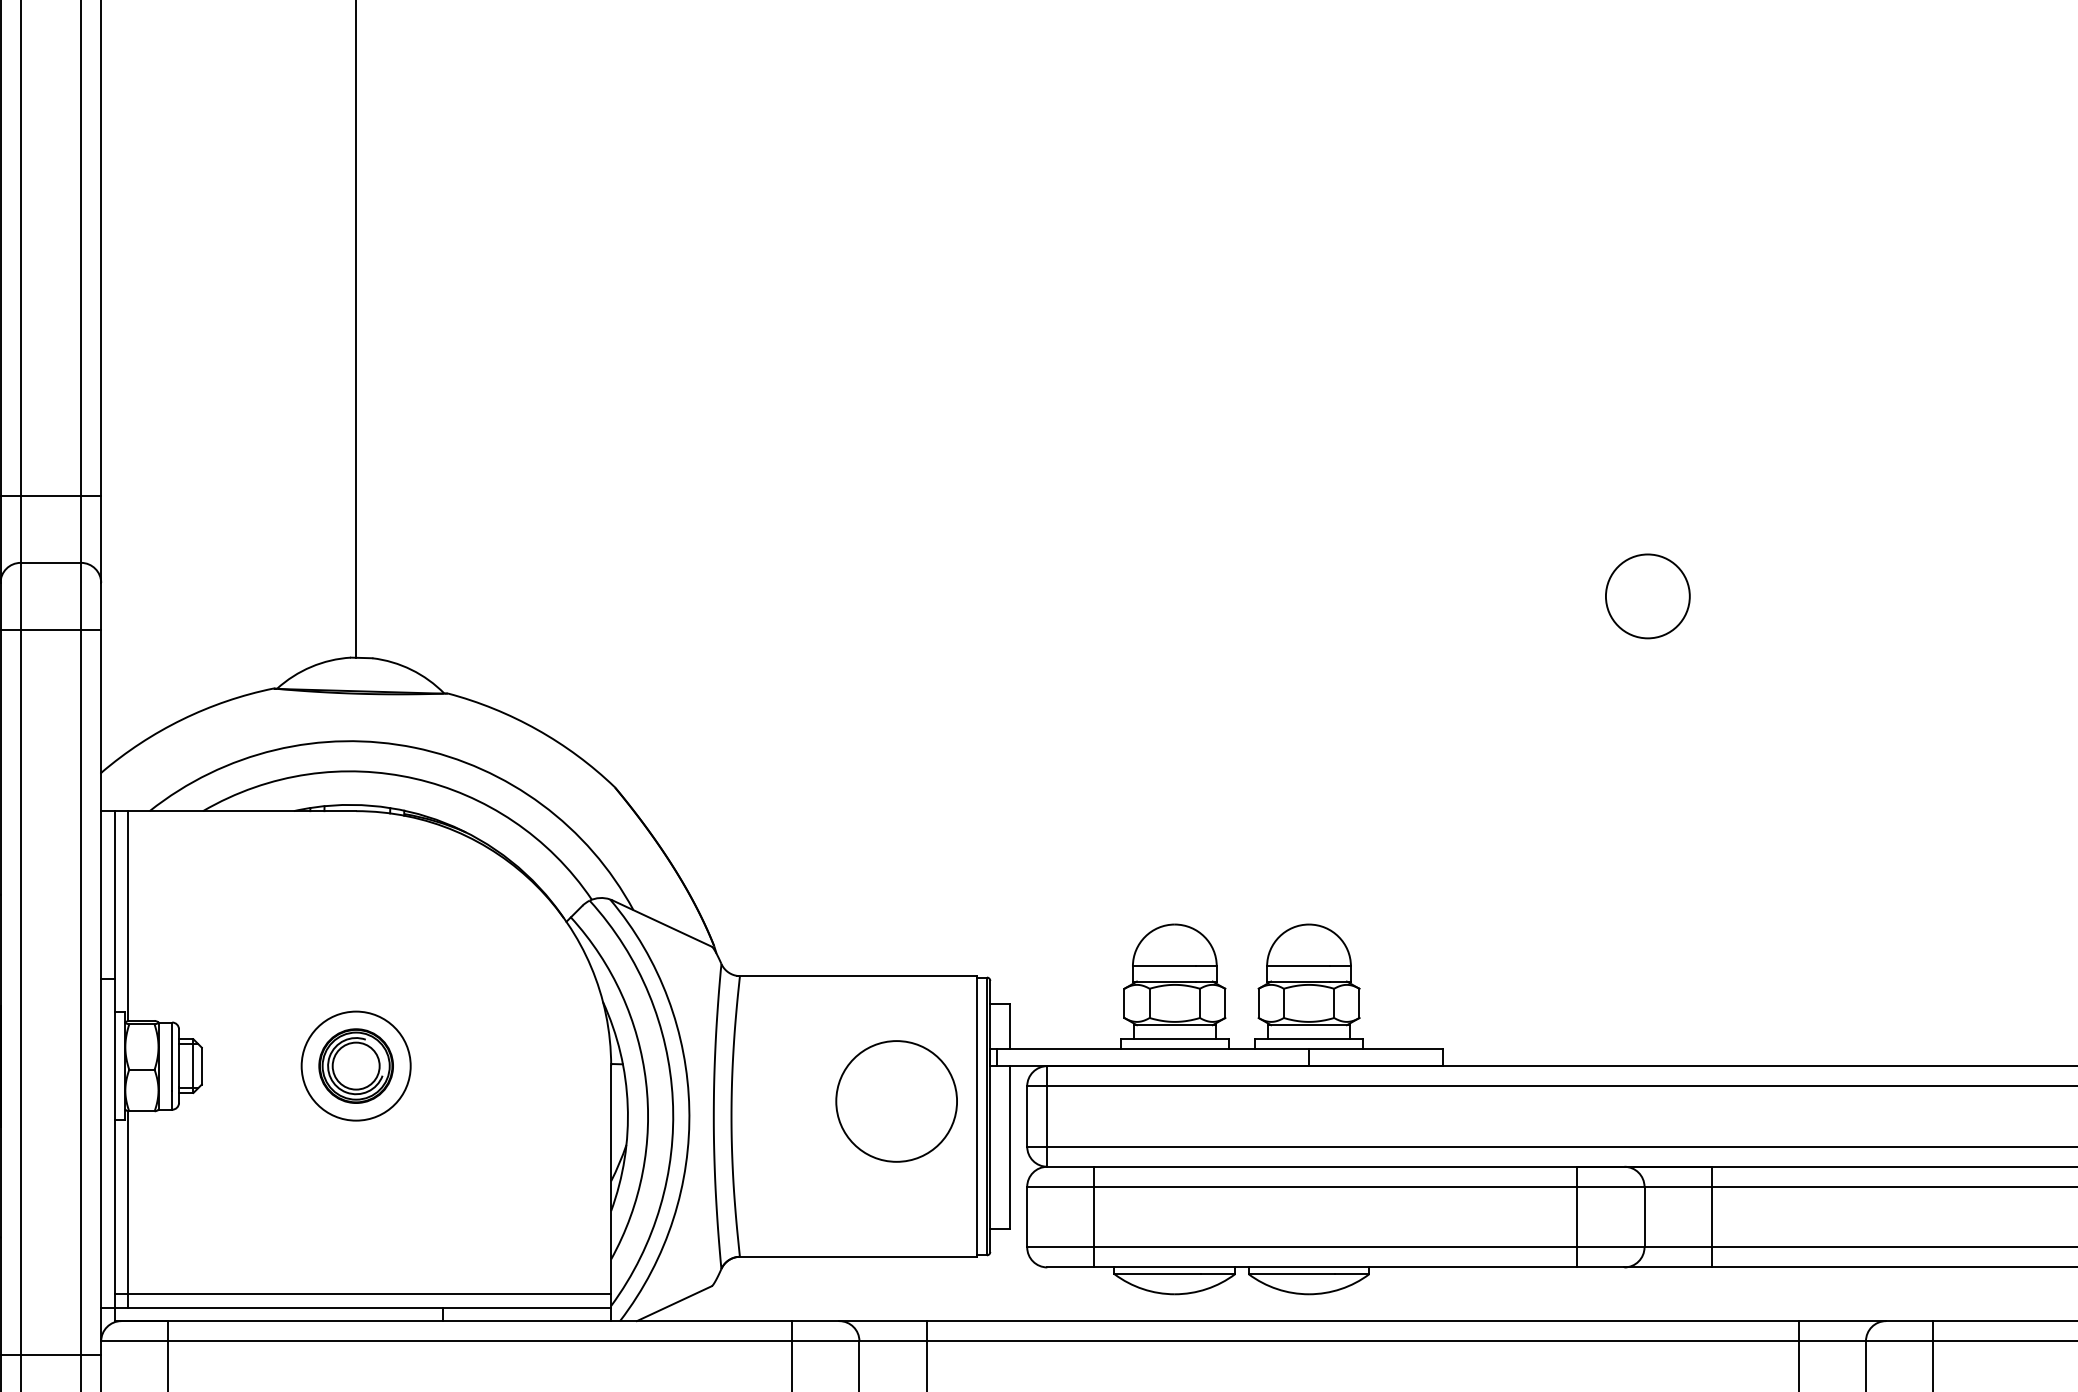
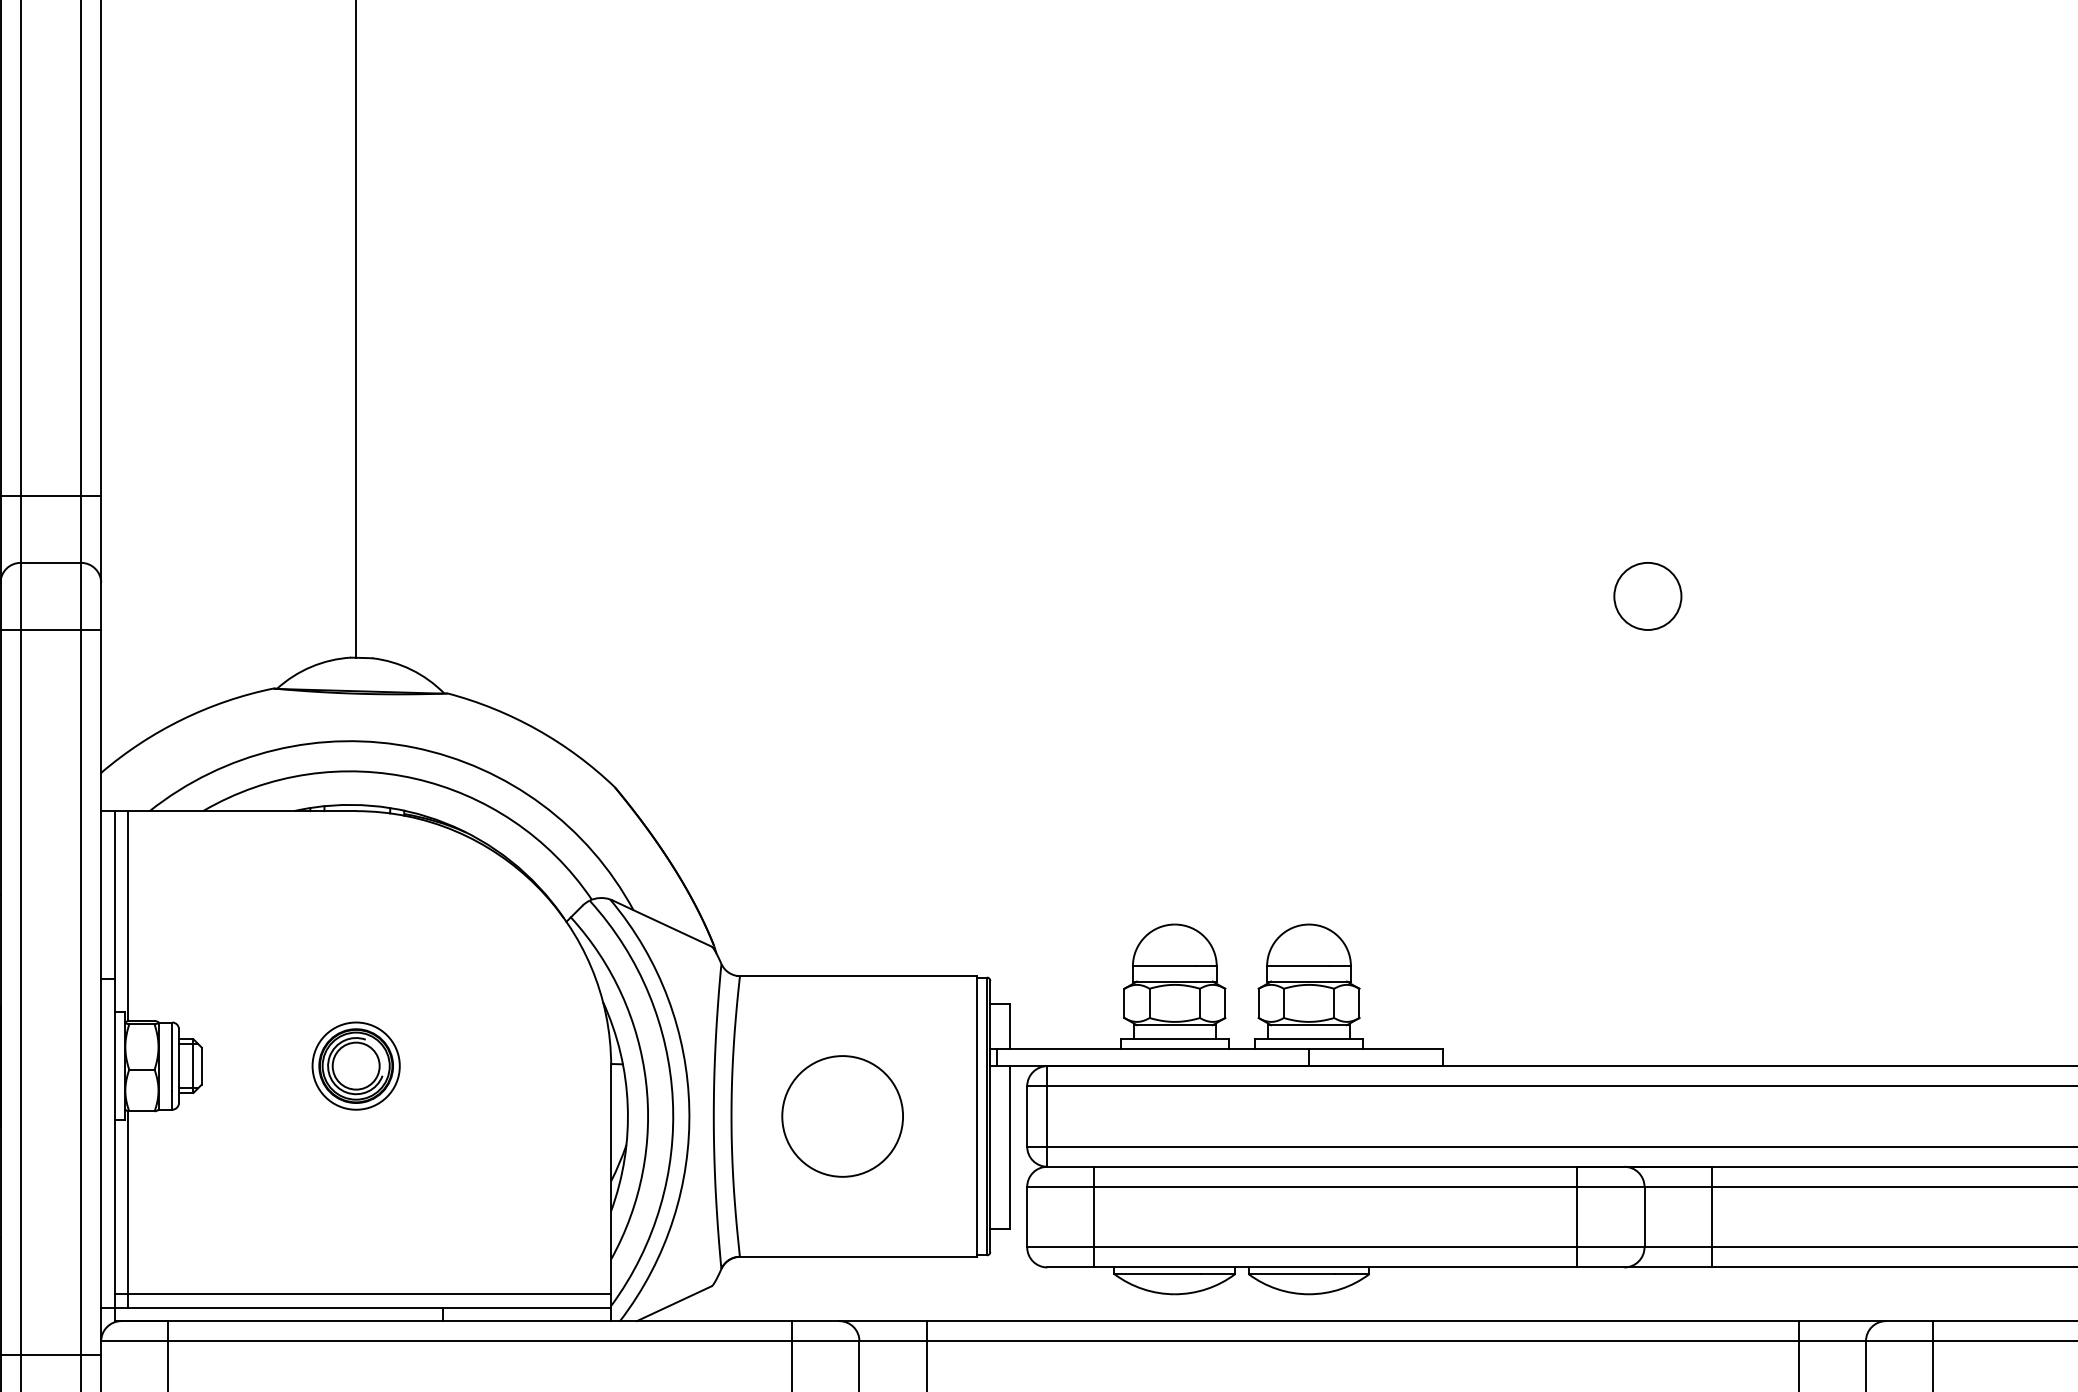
circle at (1647, 596) diameter: 84 px -> 67 px
circle at (355, 1065) diameter: 109 px -> 87 px
circle at (896, 1101) position: (896, 1101) -> (842, 1116)
